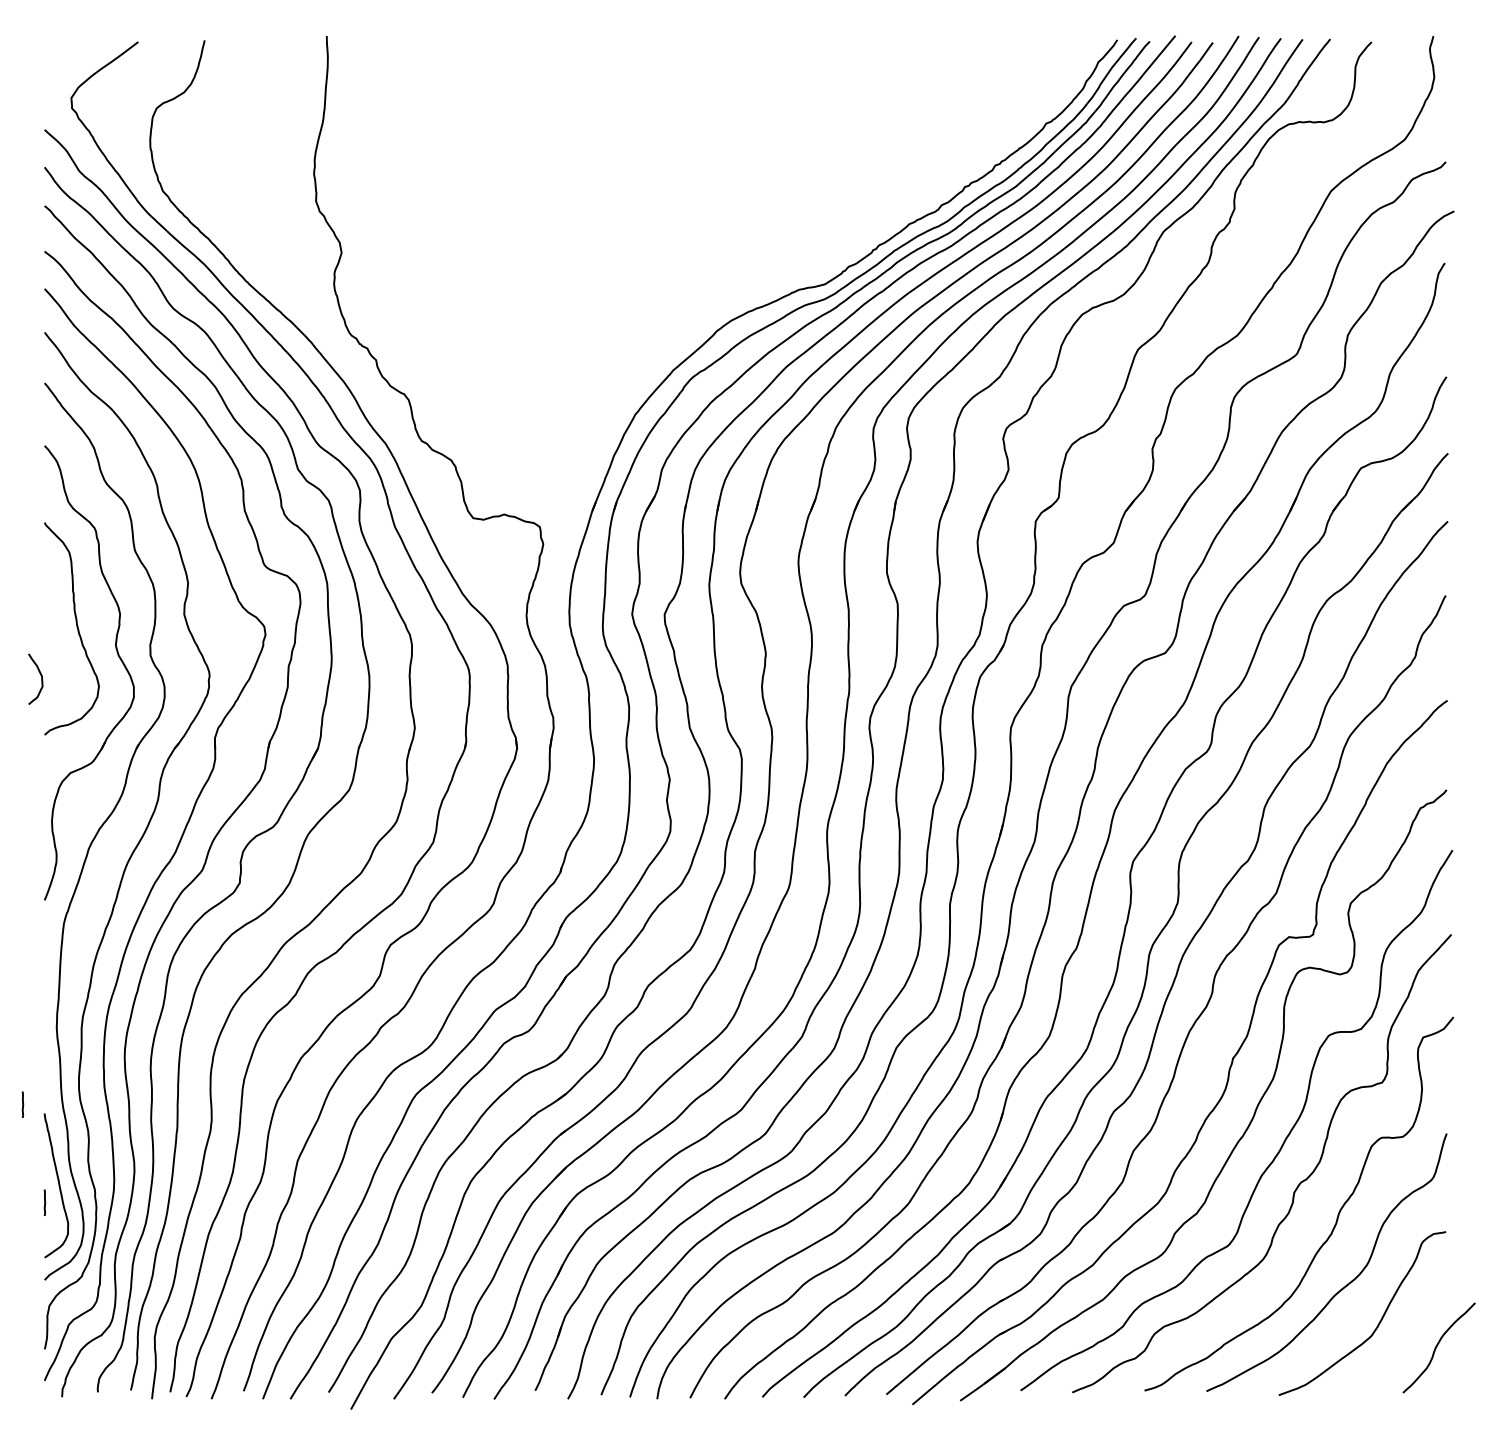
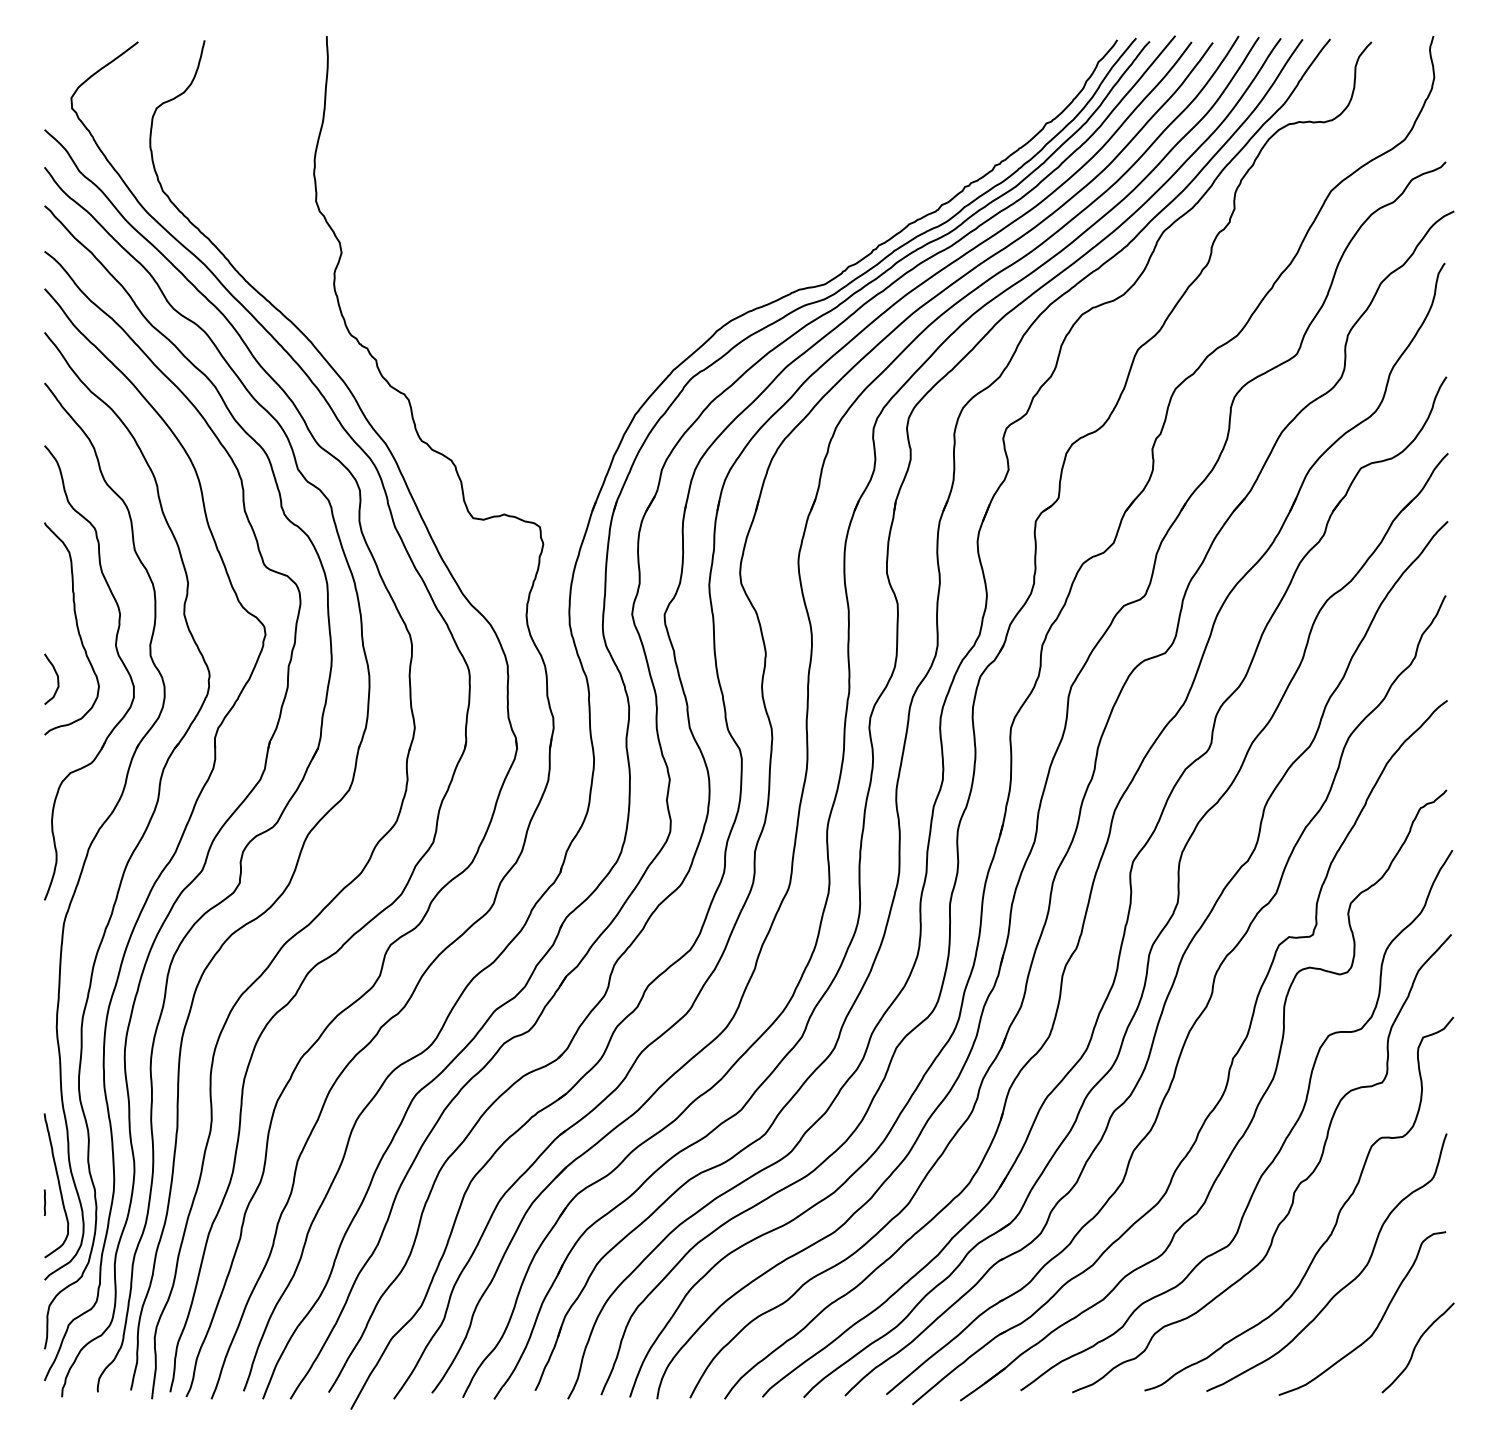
curve at (40, 675) position: (40, 675) -> (56, 675)
curve at (22, 1104): present -> none
curve at (1437, 1346) position: (1437, 1346) -> (1416, 1346)
